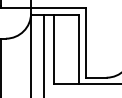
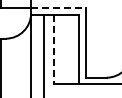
line at (58, 8): solid -> dashed
line at (53, 49): solid -> dashed
